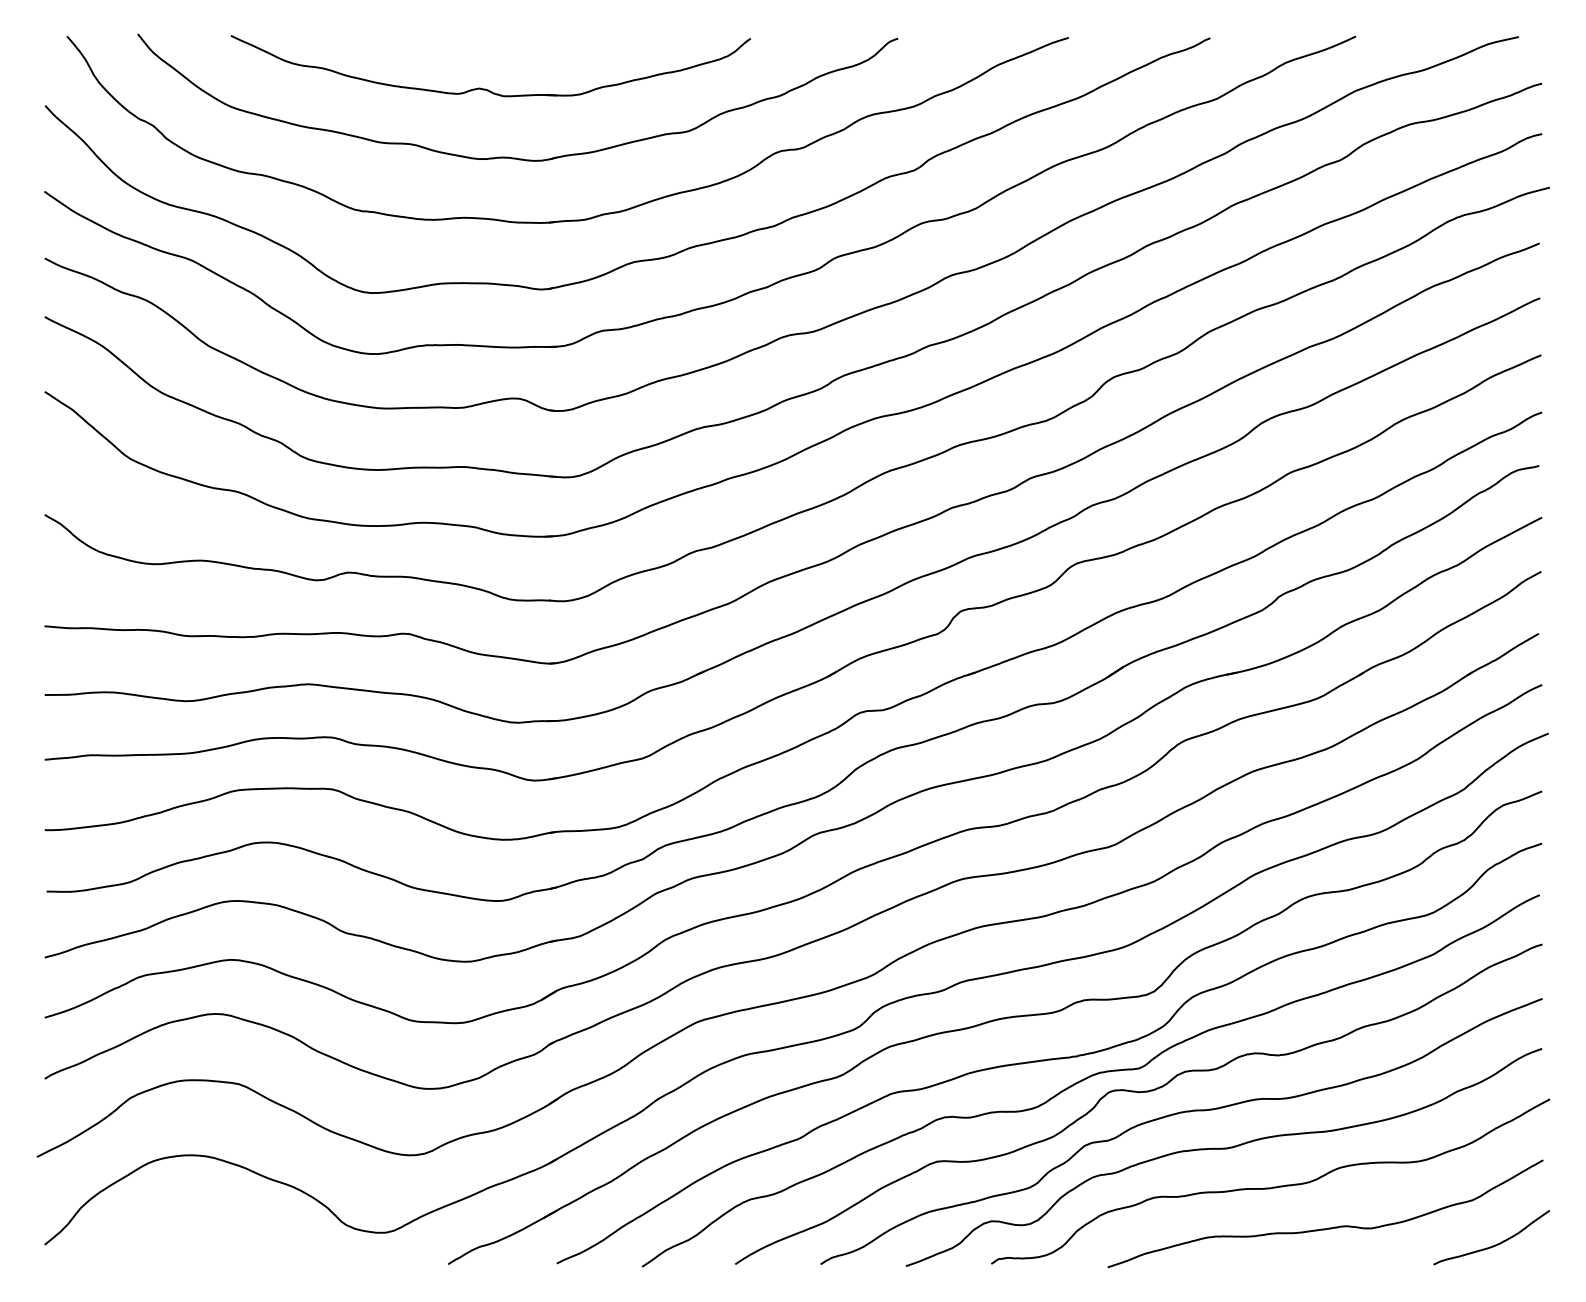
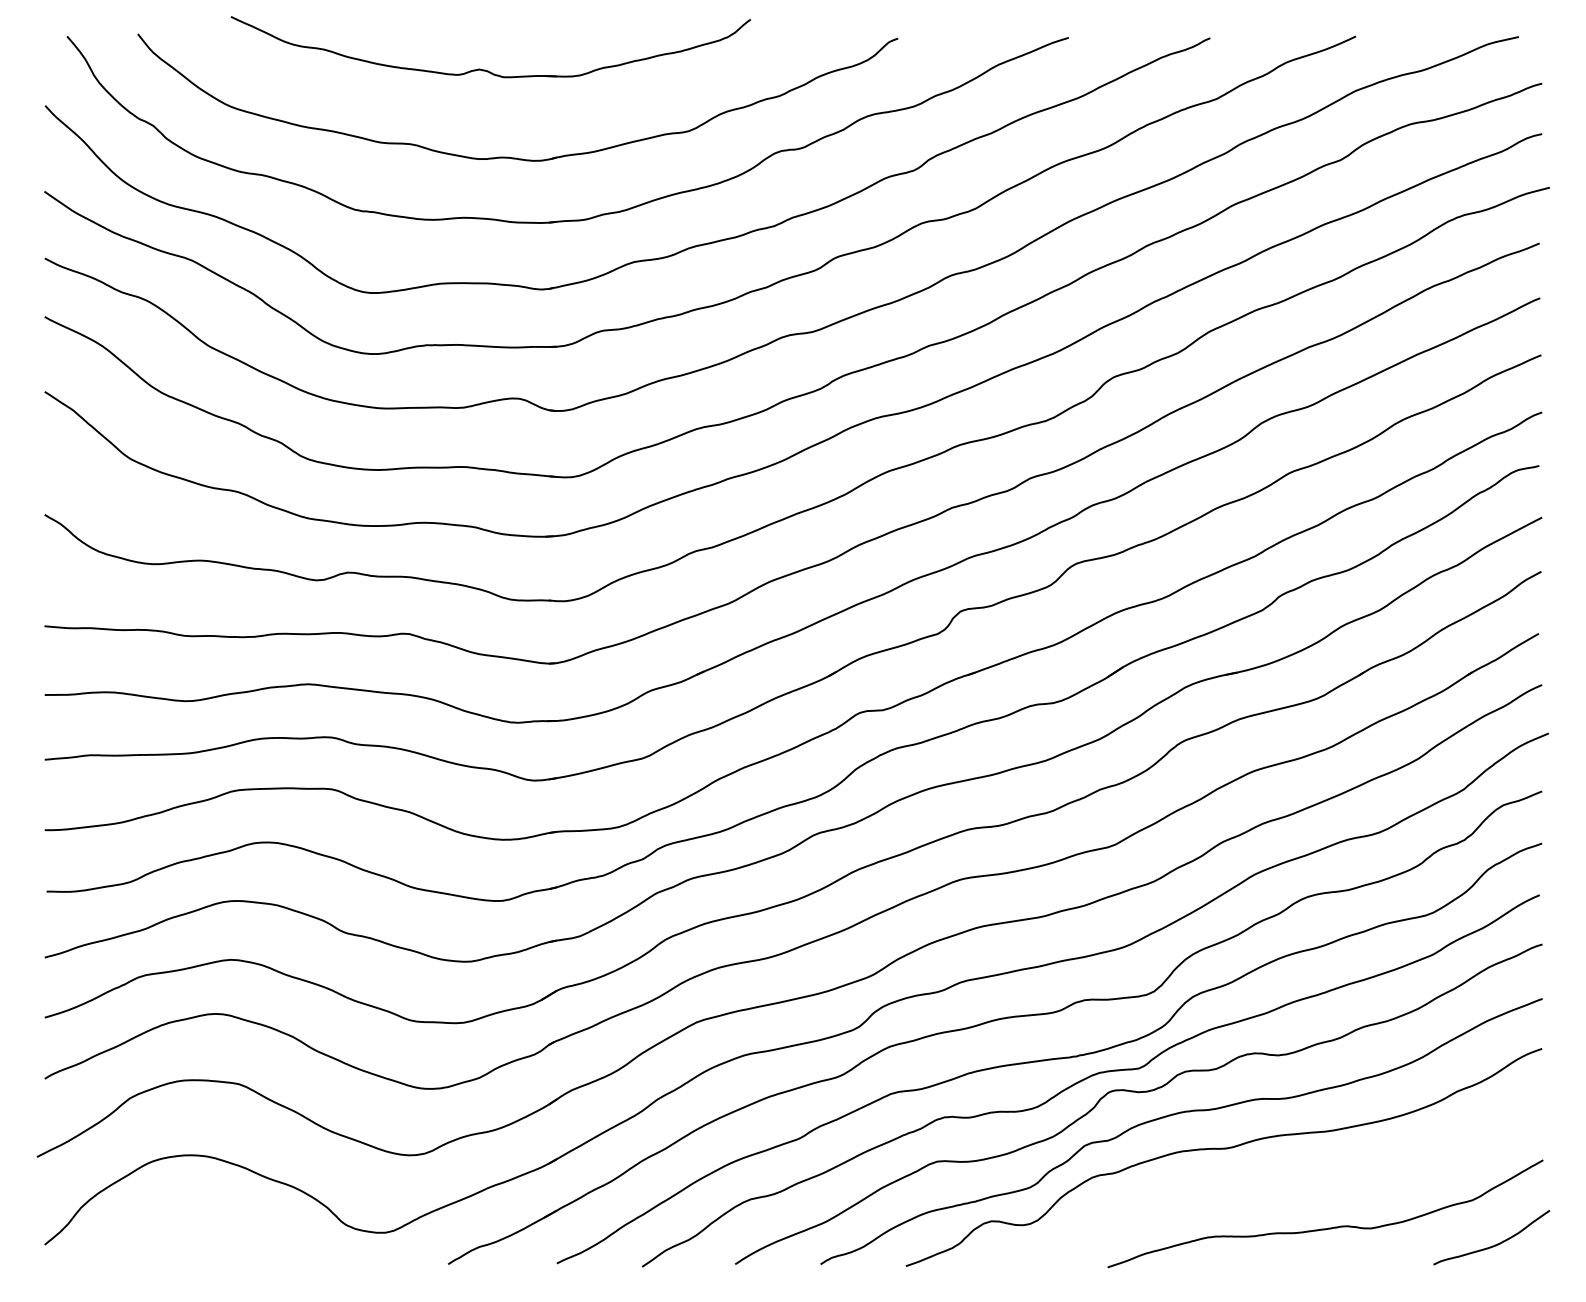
part at (485, 88) position: (485, 88) -> (485, 69)
curve at (1273, 1186): present -> none
